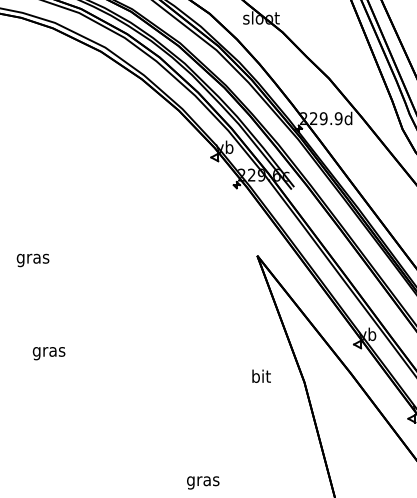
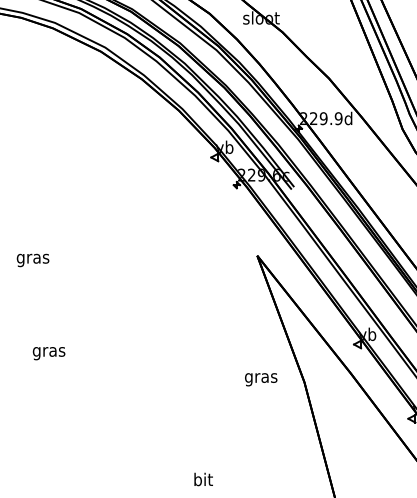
text at (261, 377): bit -> gras
text at (203, 480): gras -> bit
